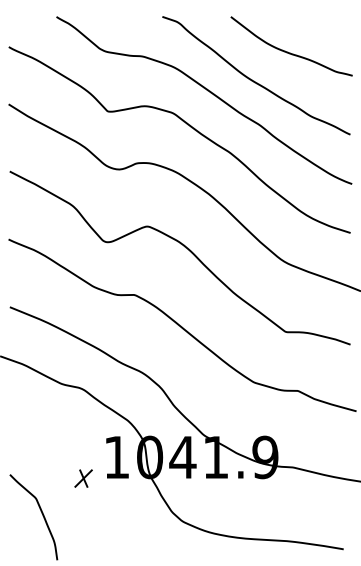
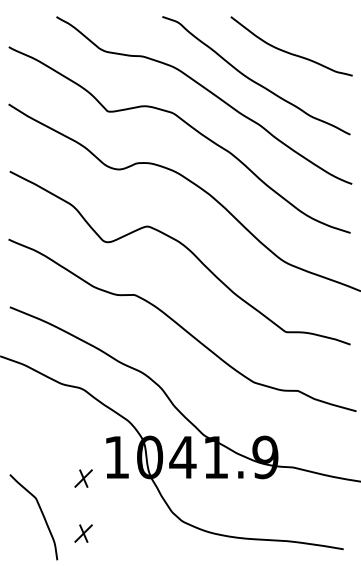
part at (83, 533): none -> present
